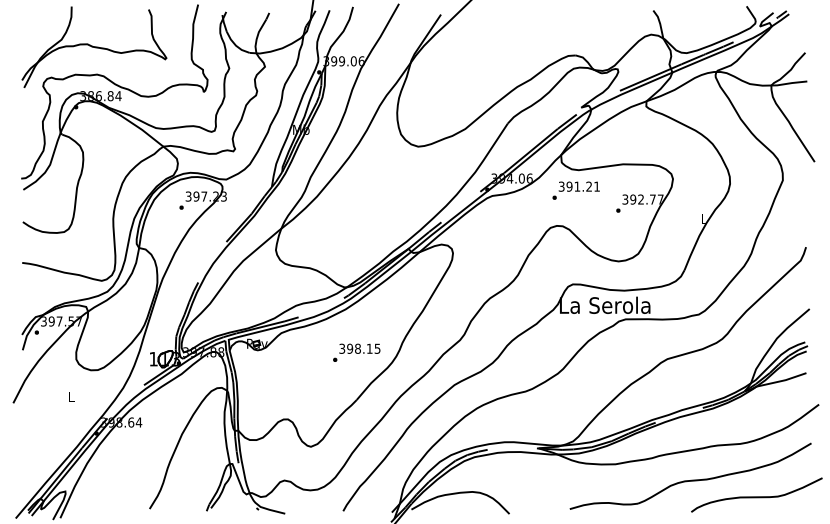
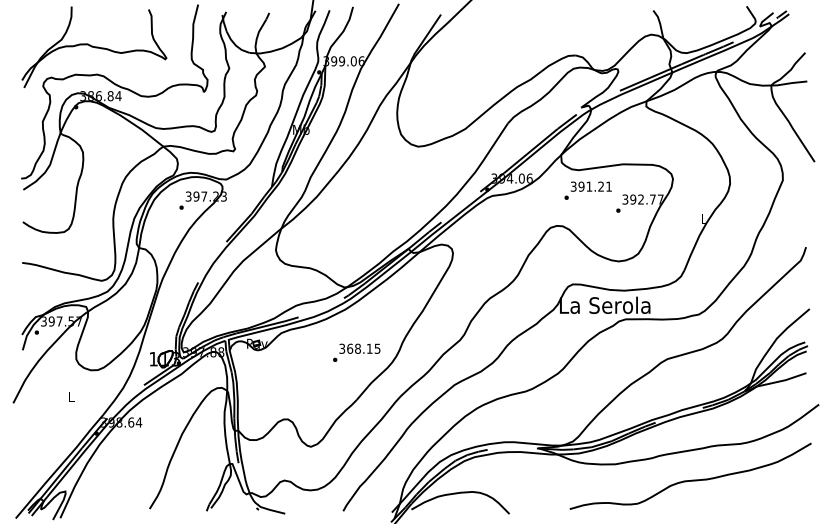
text at (575, 190) position: (575, 190) -> (587, 190)
text at (350, 348): 398.15 -> 368.15
curve at (756, 496): present -> none
